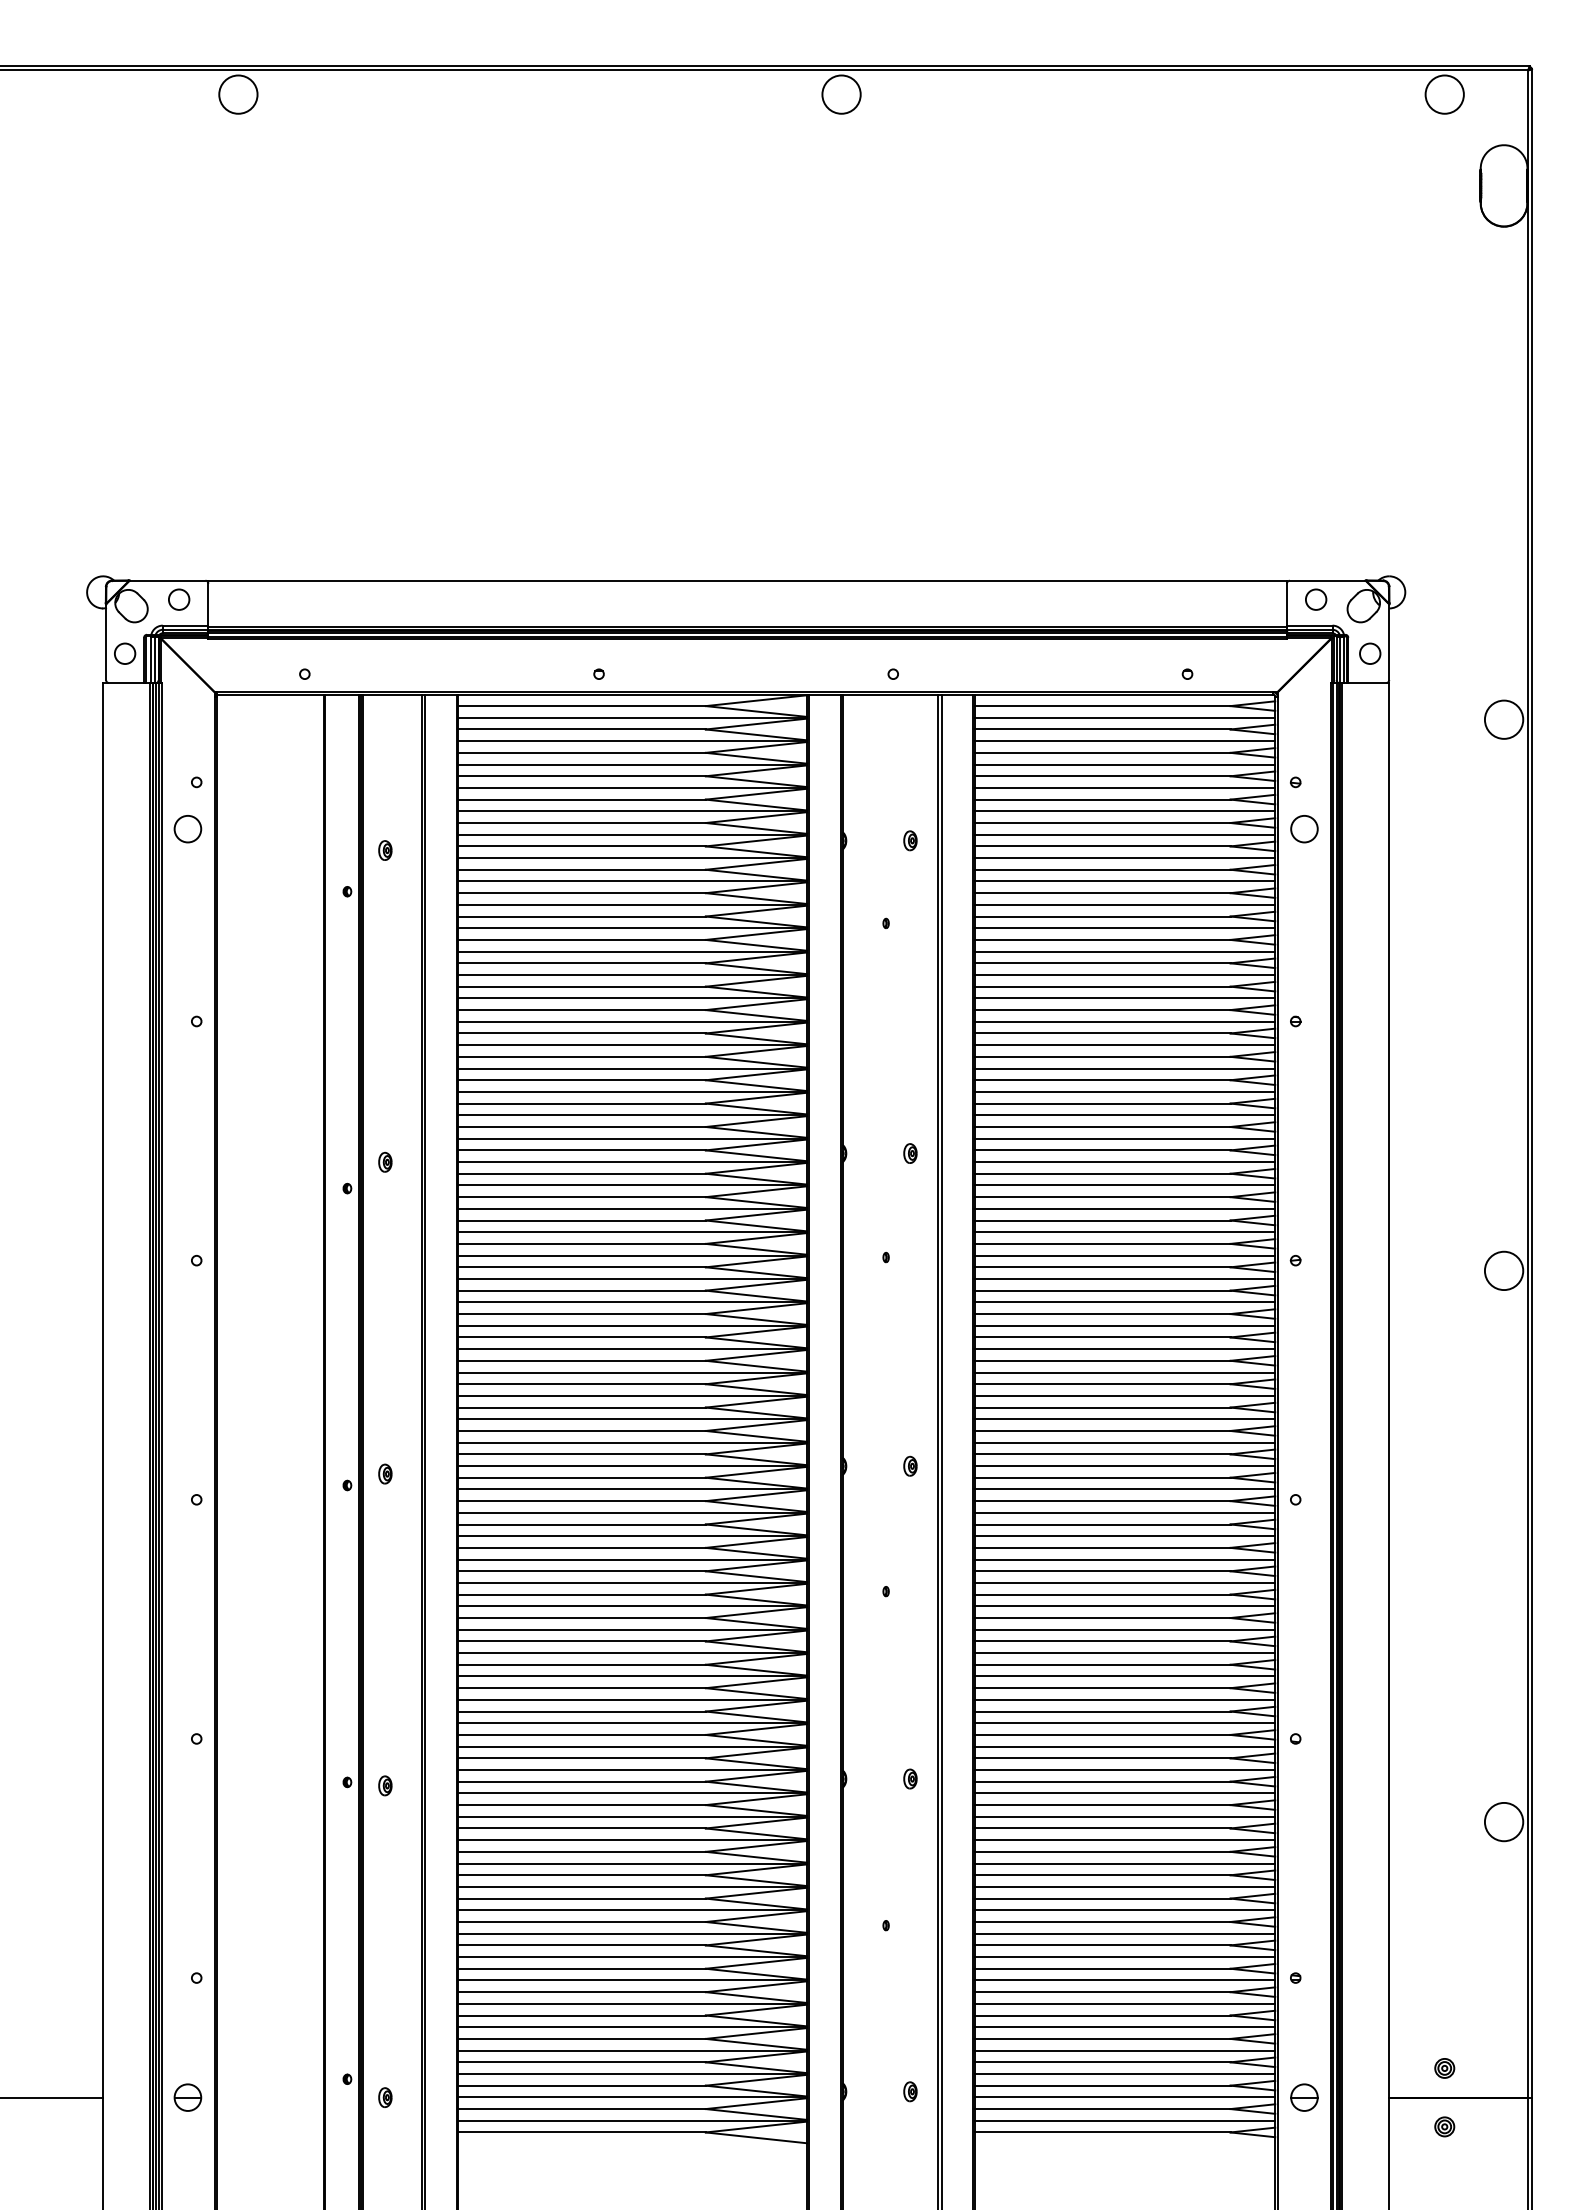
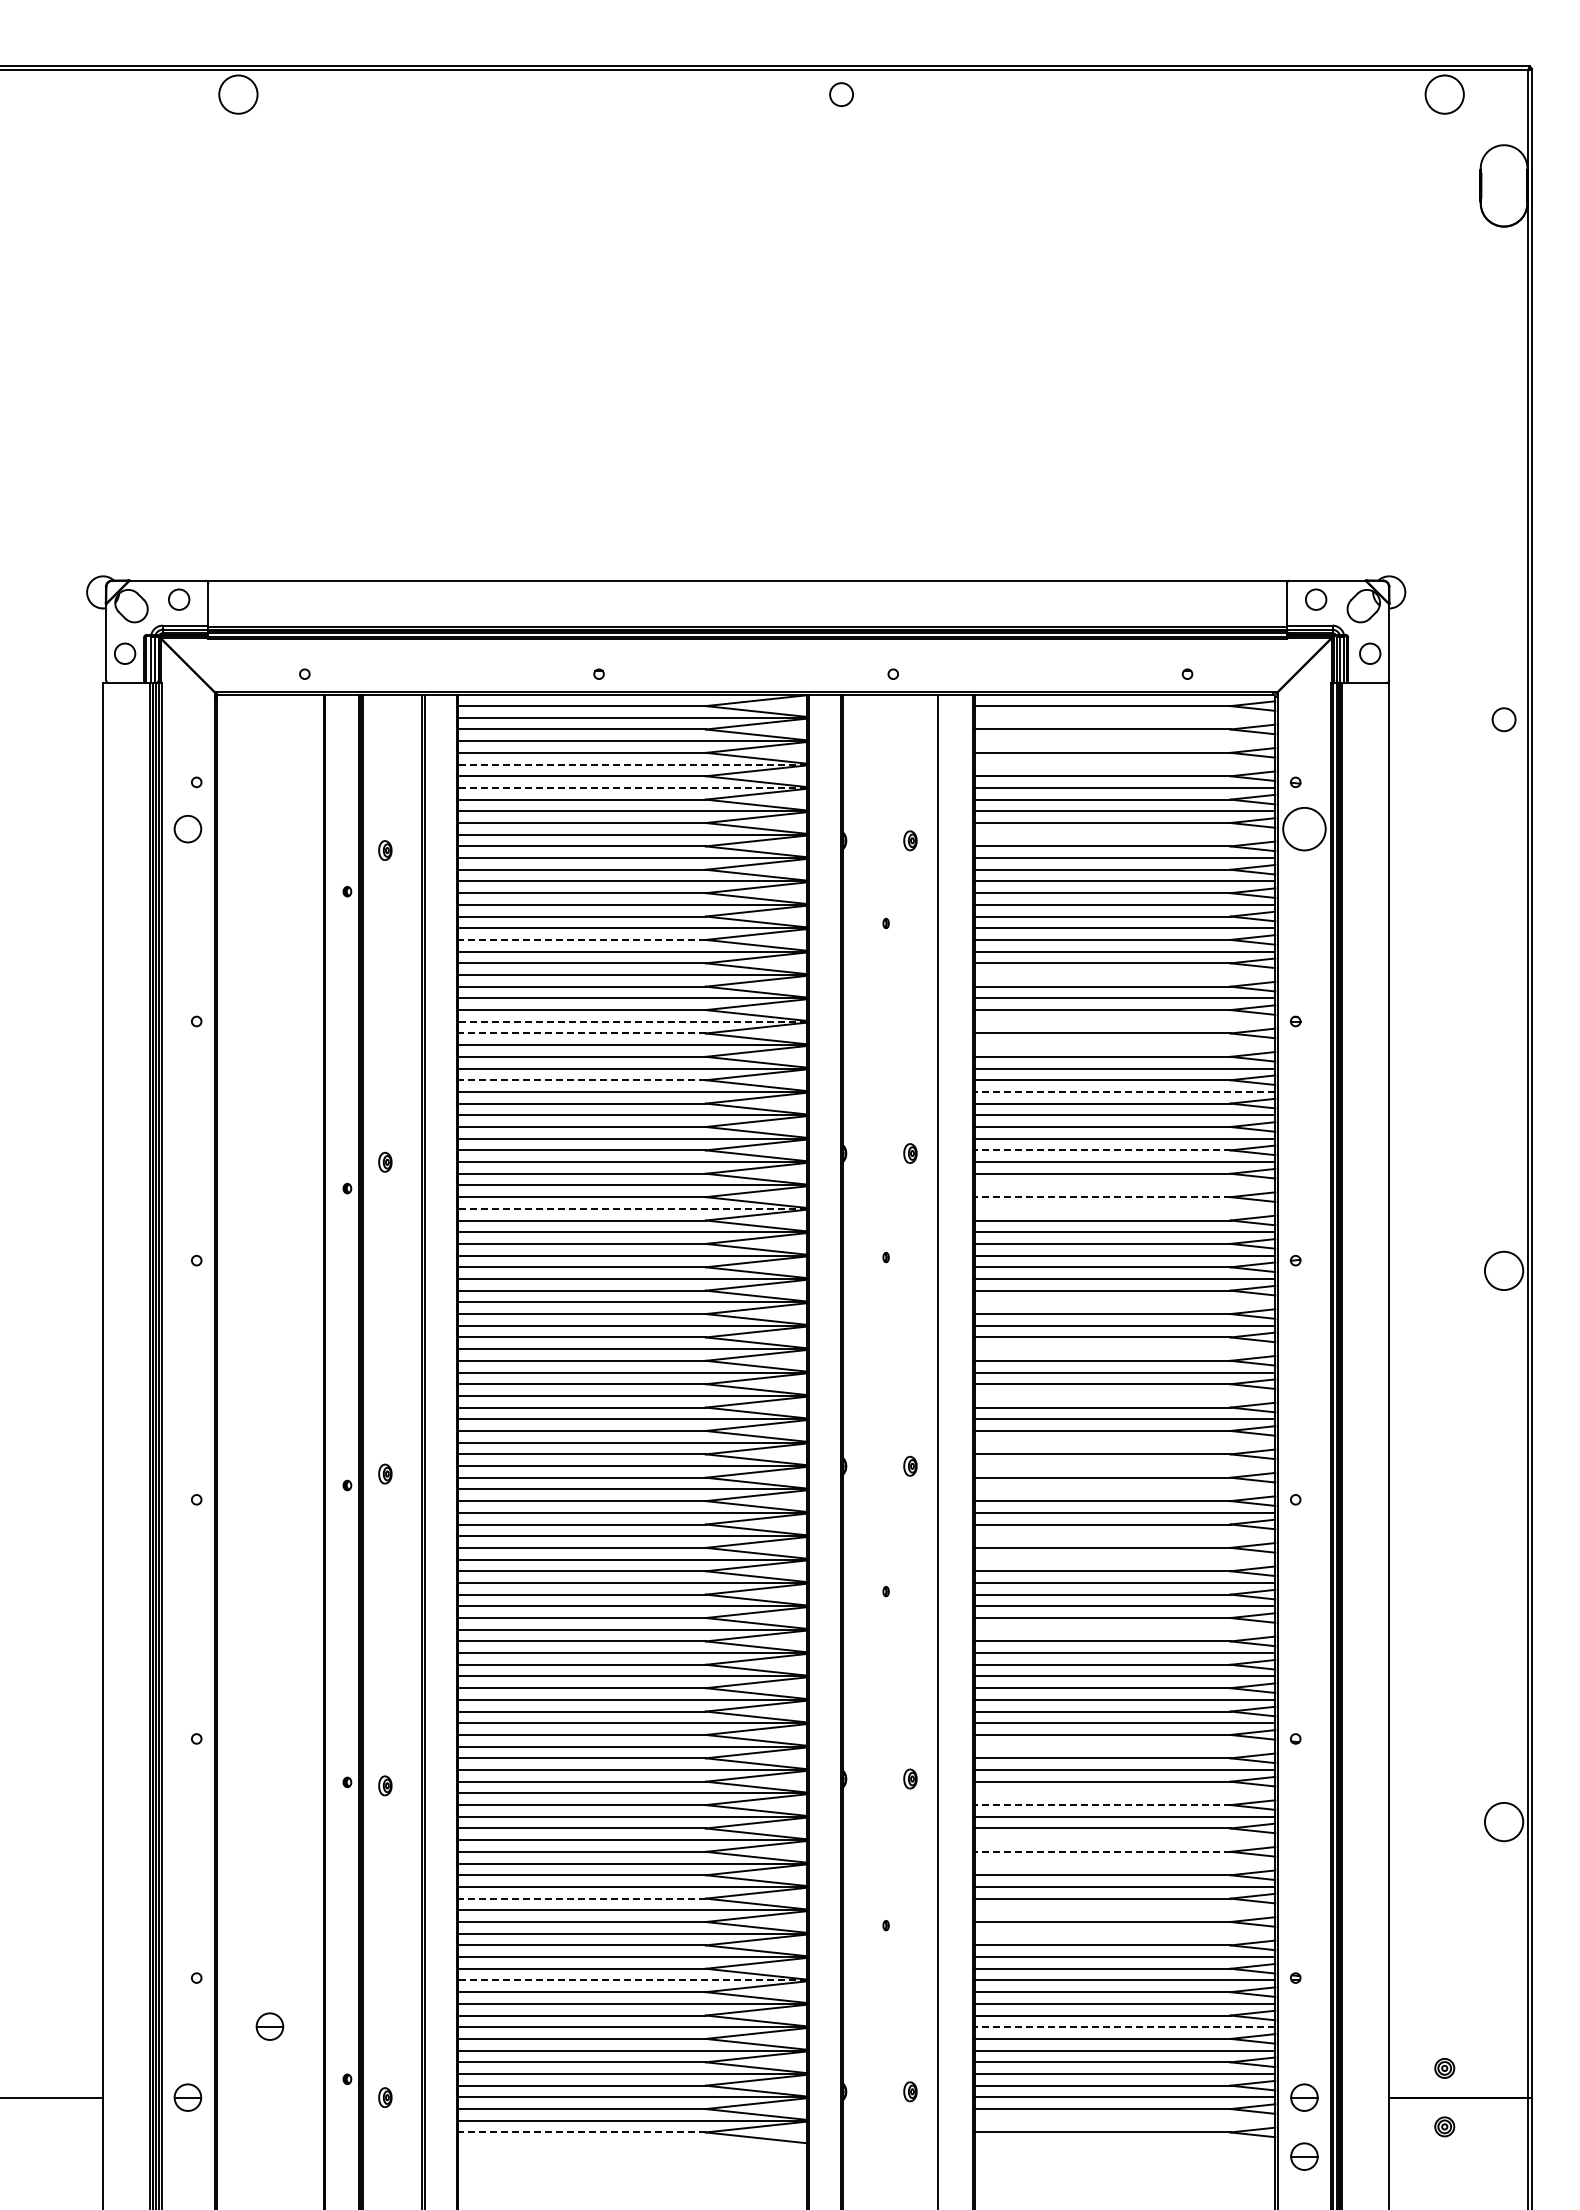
circle at (841, 94) diameter: 38 px -> 23 px
line at (1124, 717): present -> none
circle at (1503, 719) diameter: 38 px -> 23 px
line at (1124, 741): present -> none
line at (632, 764): solid -> dashed
line at (1124, 764): present -> none
line at (632, 787): solid -> dashed
circle at (1304, 828) diameter: 27 px -> 43 px
line at (1124, 834): present -> none
line at (582, 939): solid -> dashed
line at (1124, 975): present -> none
line at (632, 1021): solid -> dashed
line at (1124, 1021): present -> none
line at (582, 1033): solid -> dashed
line at (1124, 1045): present -> none
line at (582, 1080): solid -> dashed
line at (1124, 1091): solid -> dashed
line at (1102, 1150): solid -> dashed
line at (1124, 1185): present -> none
line at (1102, 1197): solid -> dashed
line at (632, 1208): solid -> dashed
line at (1124, 1208): present -> none
line at (1124, 1302): present -> none
line at (1124, 1349): present -> none
line at (1124, 1395): present -> none
line at (1124, 1442): present -> none
line at (941, 1450): present -> none
line at (1124, 1466): present -> none
line at (1124, 1489): present -> none
line at (1124, 1536): present -> none
line at (1124, 1559): present -> none
line at (1124, 1629): present -> none
line at (1124, 1746): present -> none
line at (1124, 1793): present -> none
line at (1102, 1805): solid -> dashed
line at (1124, 1840): present -> none
line at (1102, 1851): solid -> dashed
line at (1124, 1863): present -> none
line at (582, 1898): solid -> dashed
line at (1124, 1910): present -> none
line at (1124, 1933): present -> none
line at (632, 1980): solid -> dashed
part at (269, 2026): none -> present
line at (1124, 2027): solid -> dashed
line at (1124, 2120): present -> none
line at (582, 2132): solid -> dashed
part at (1304, 2156): none -> present
